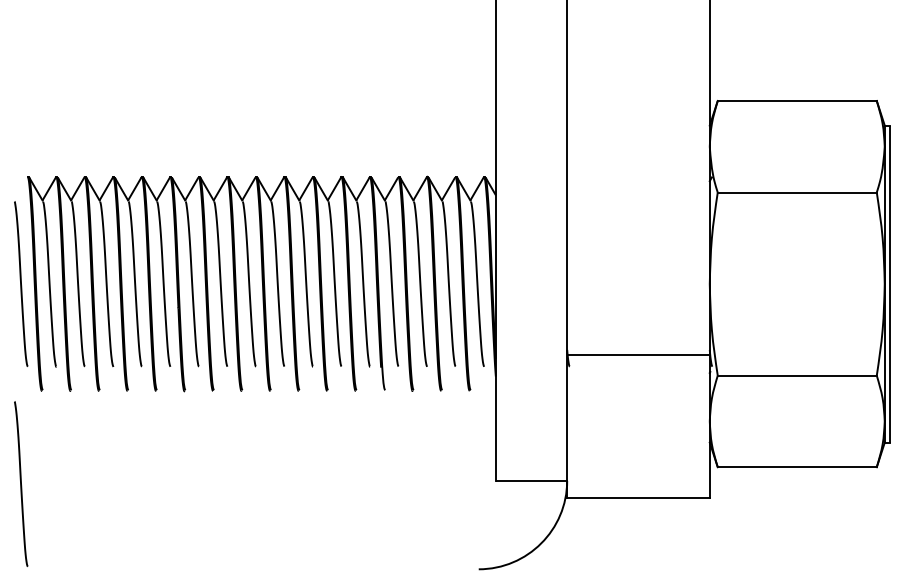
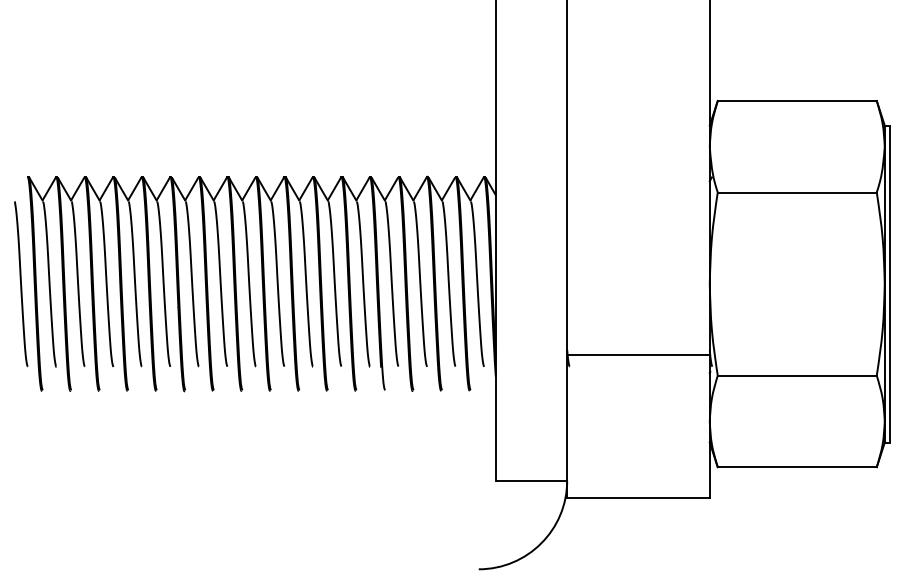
curve at (21, 483): present -> none
